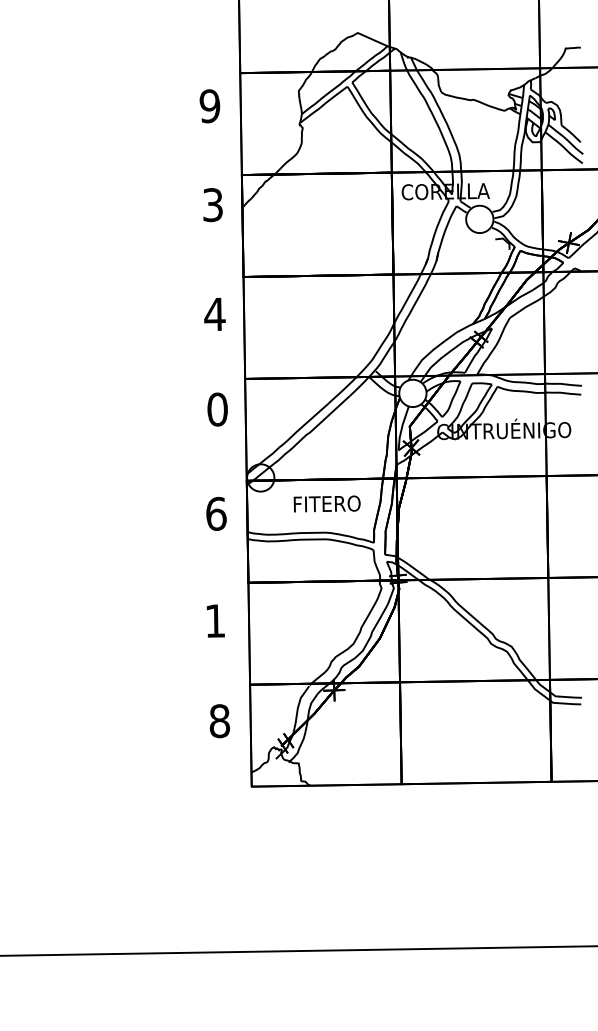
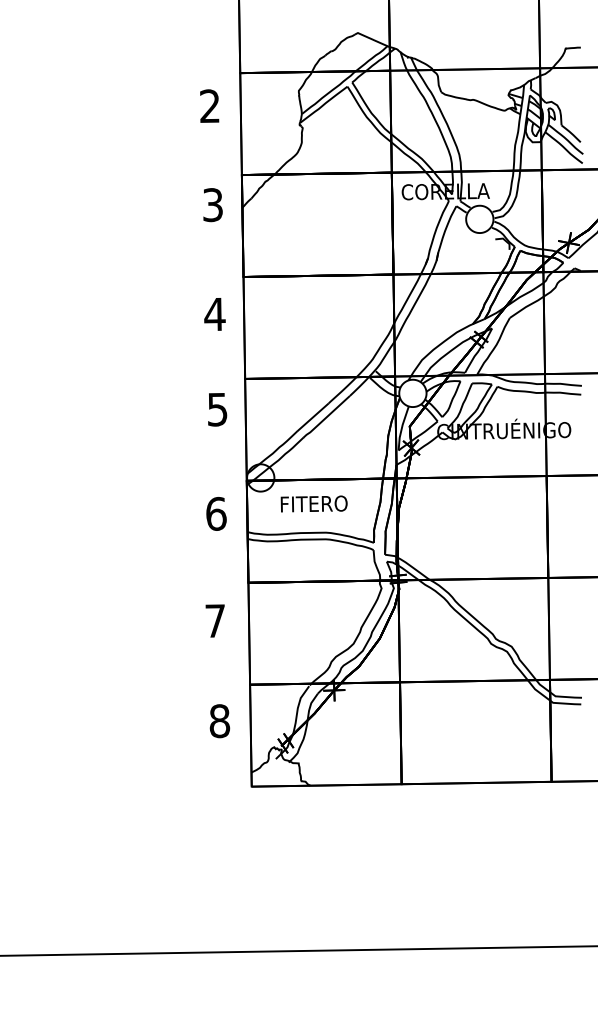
text at (209, 106): 9 -> 2
text at (217, 409): 0 -> 5
text at (326, 503) position: (326, 503) -> (313, 503)
text at (214, 620): 1 -> 7
